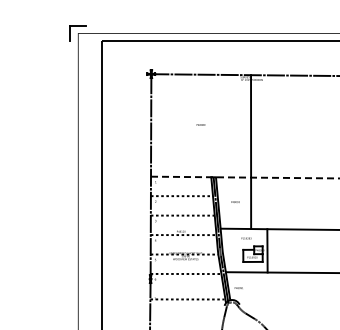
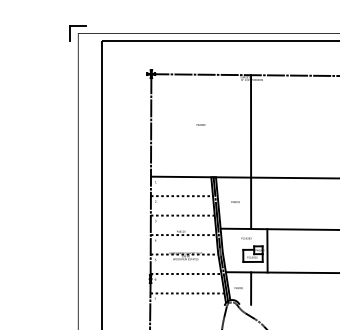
line at (245, 177): dashed -> solid
line at (251, 288): none -> present
line at (187, 299) position: (187, 299) -> (187, 293)
